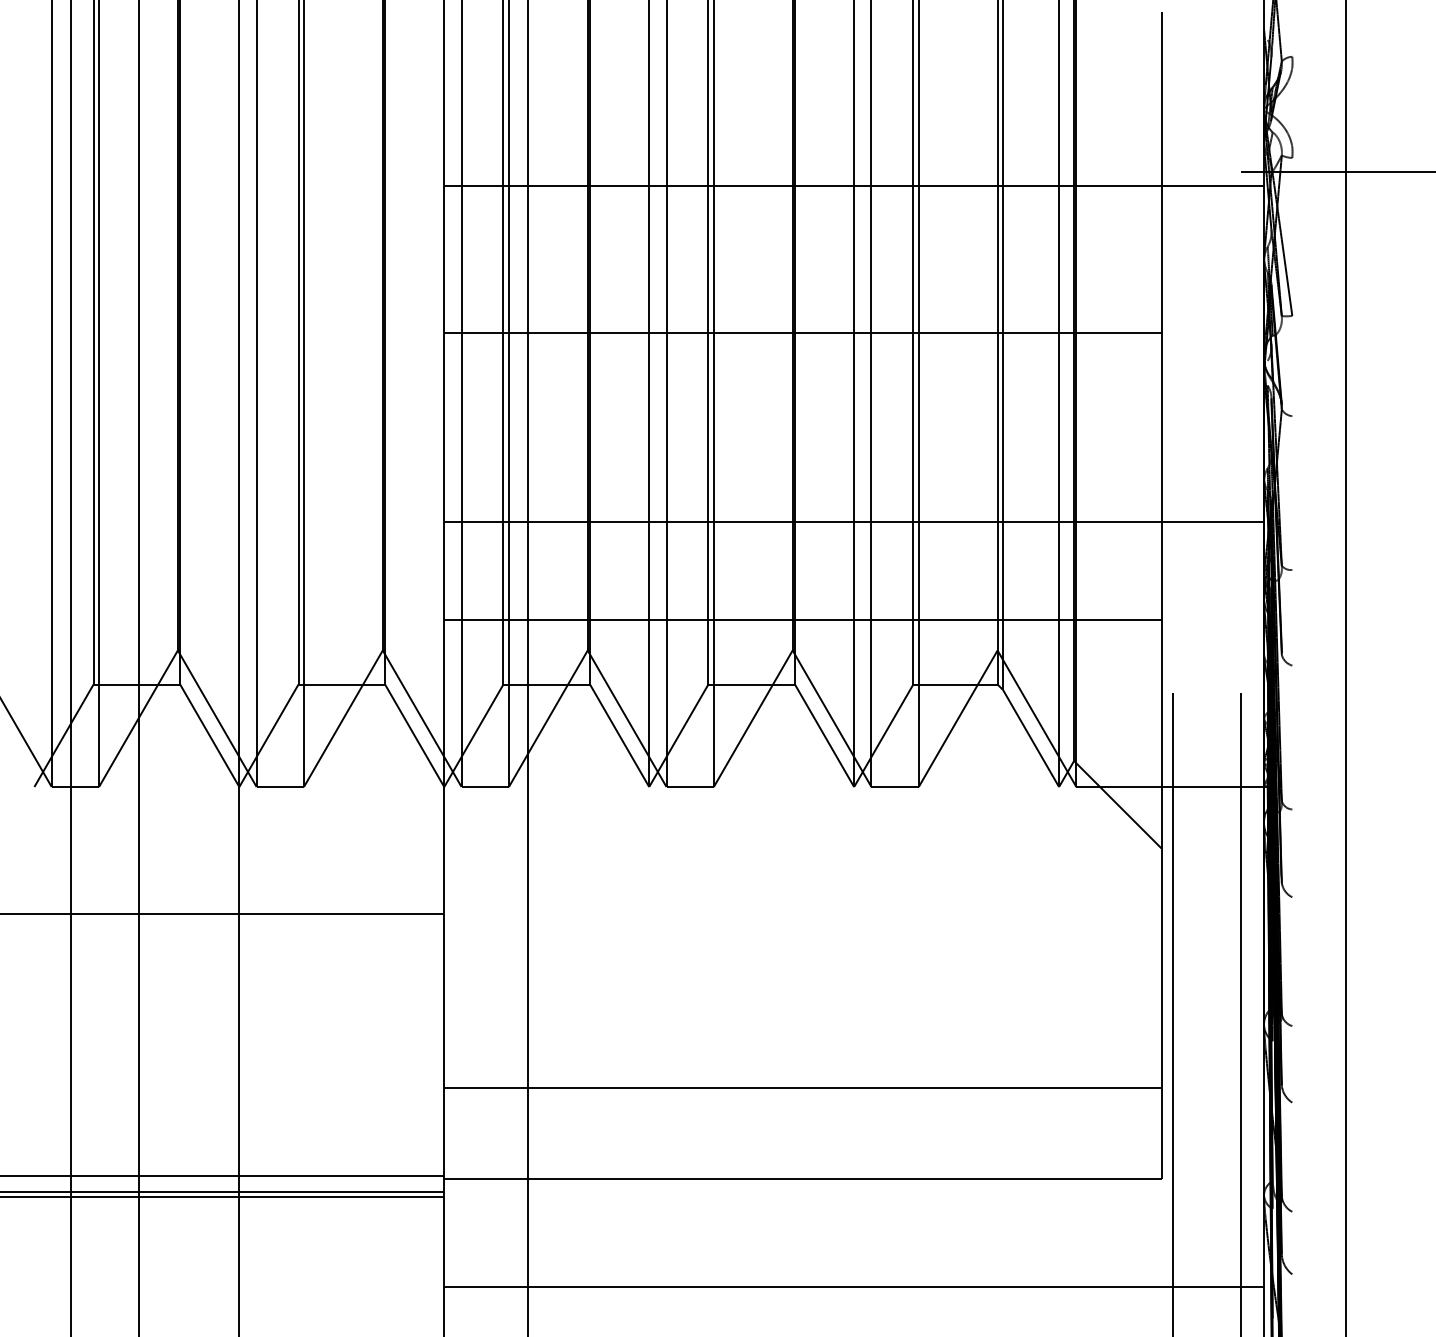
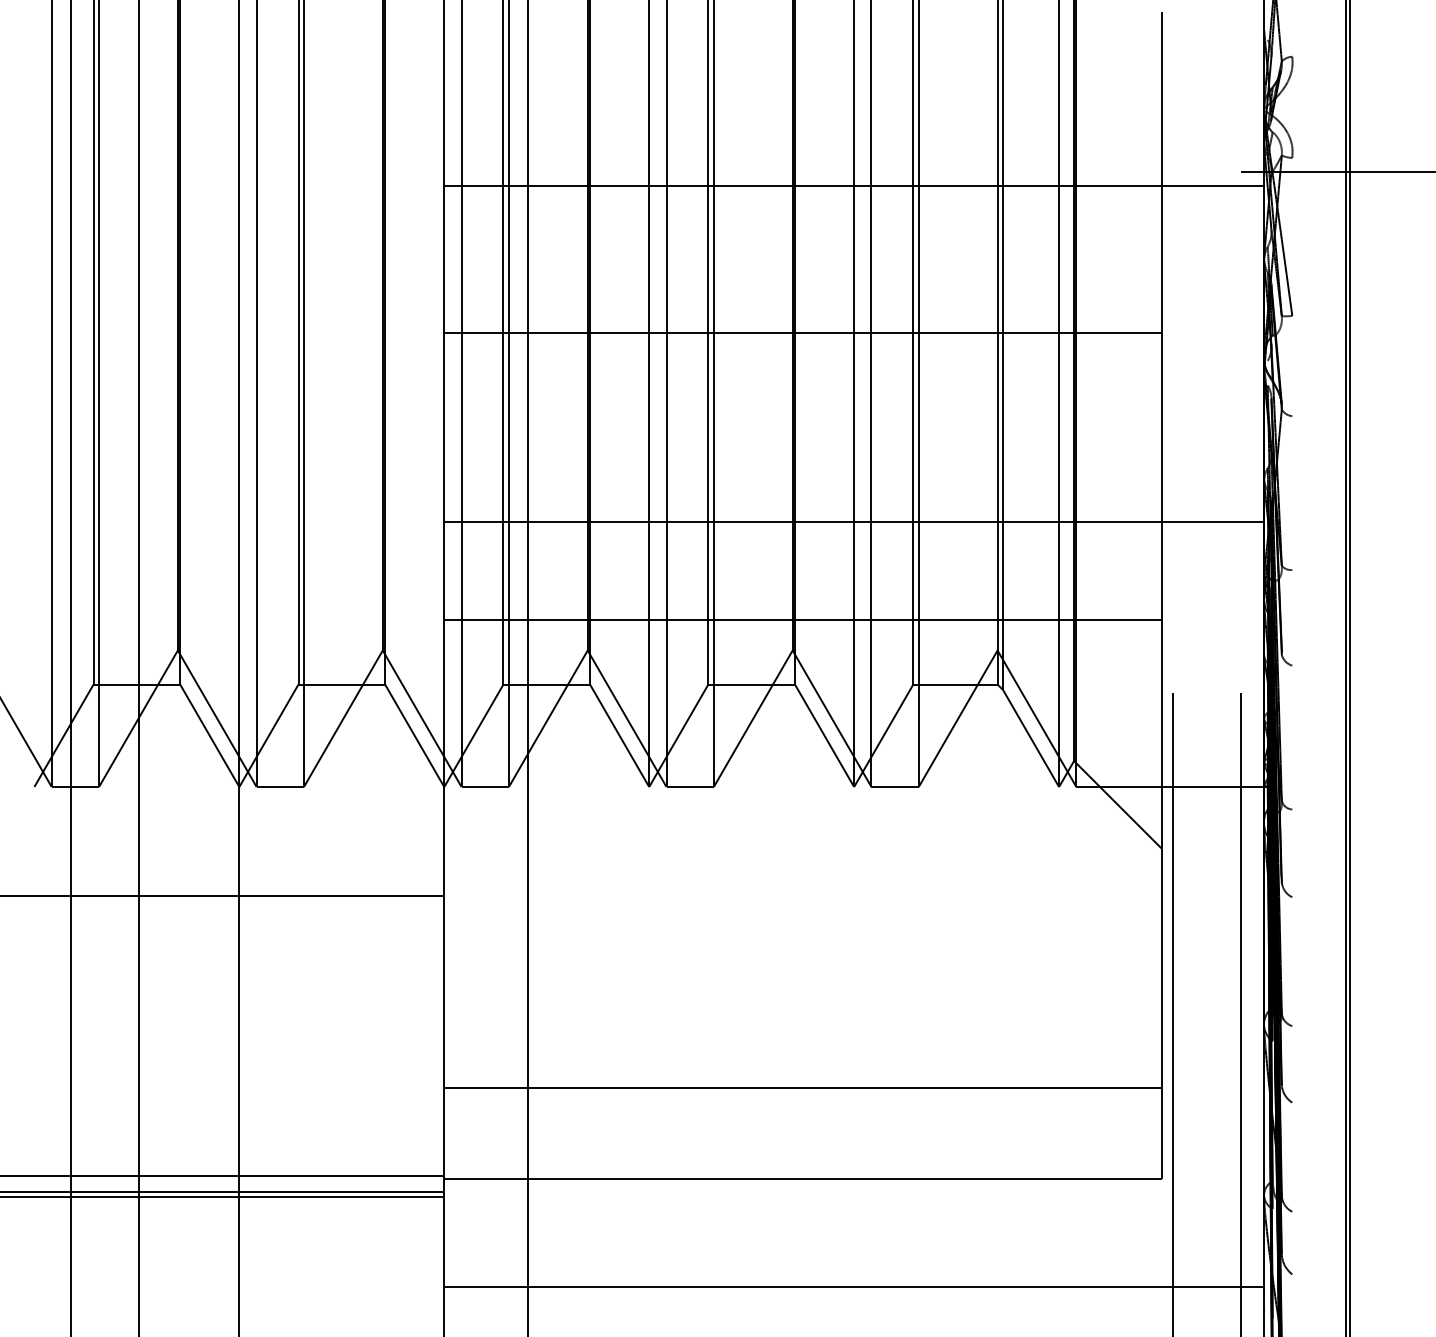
line at (1350, 667): none -> present
line at (223, 914) position: (223, 914) -> (223, 896)
